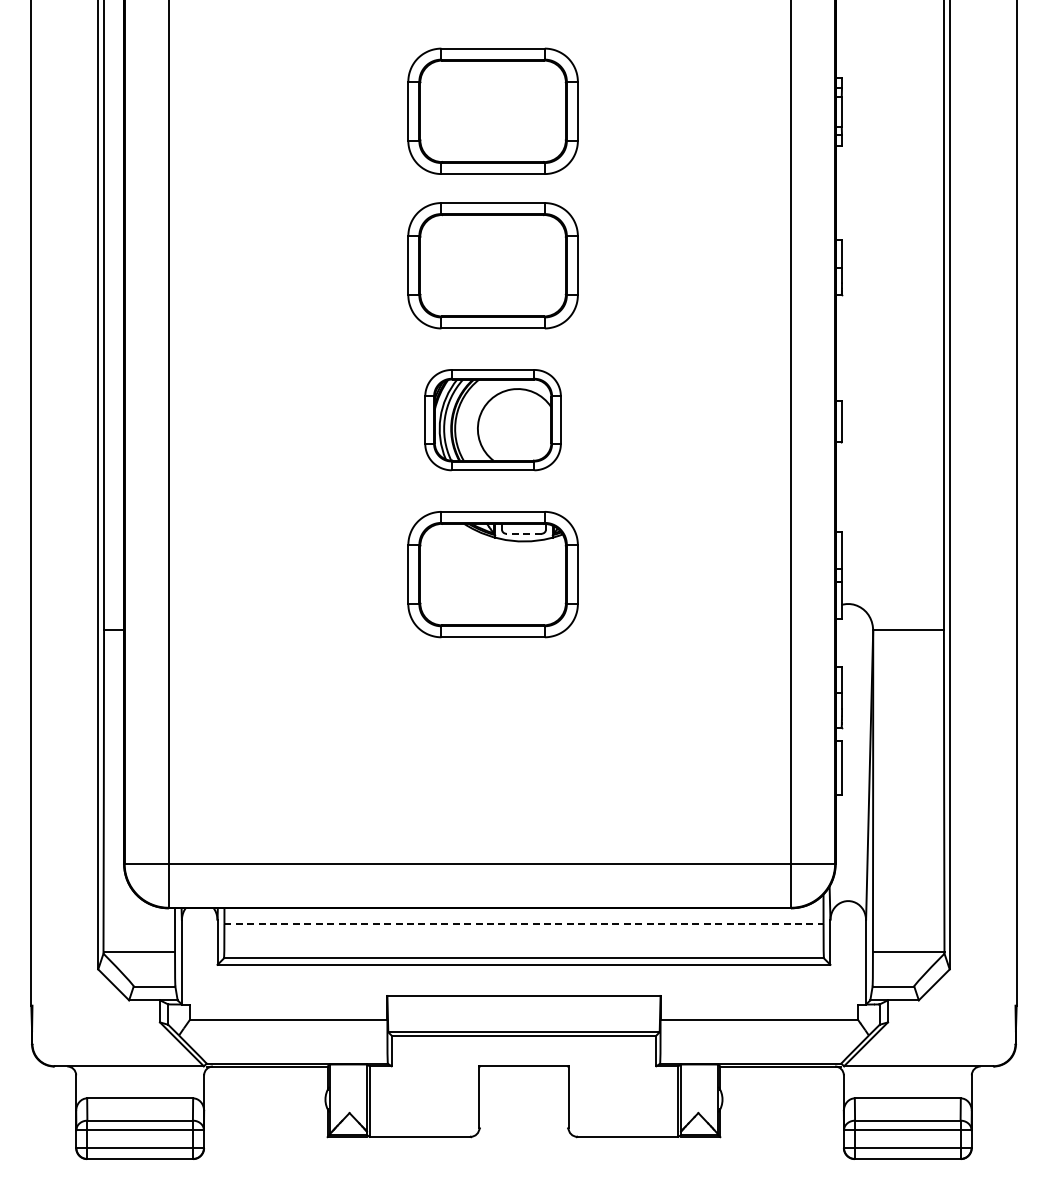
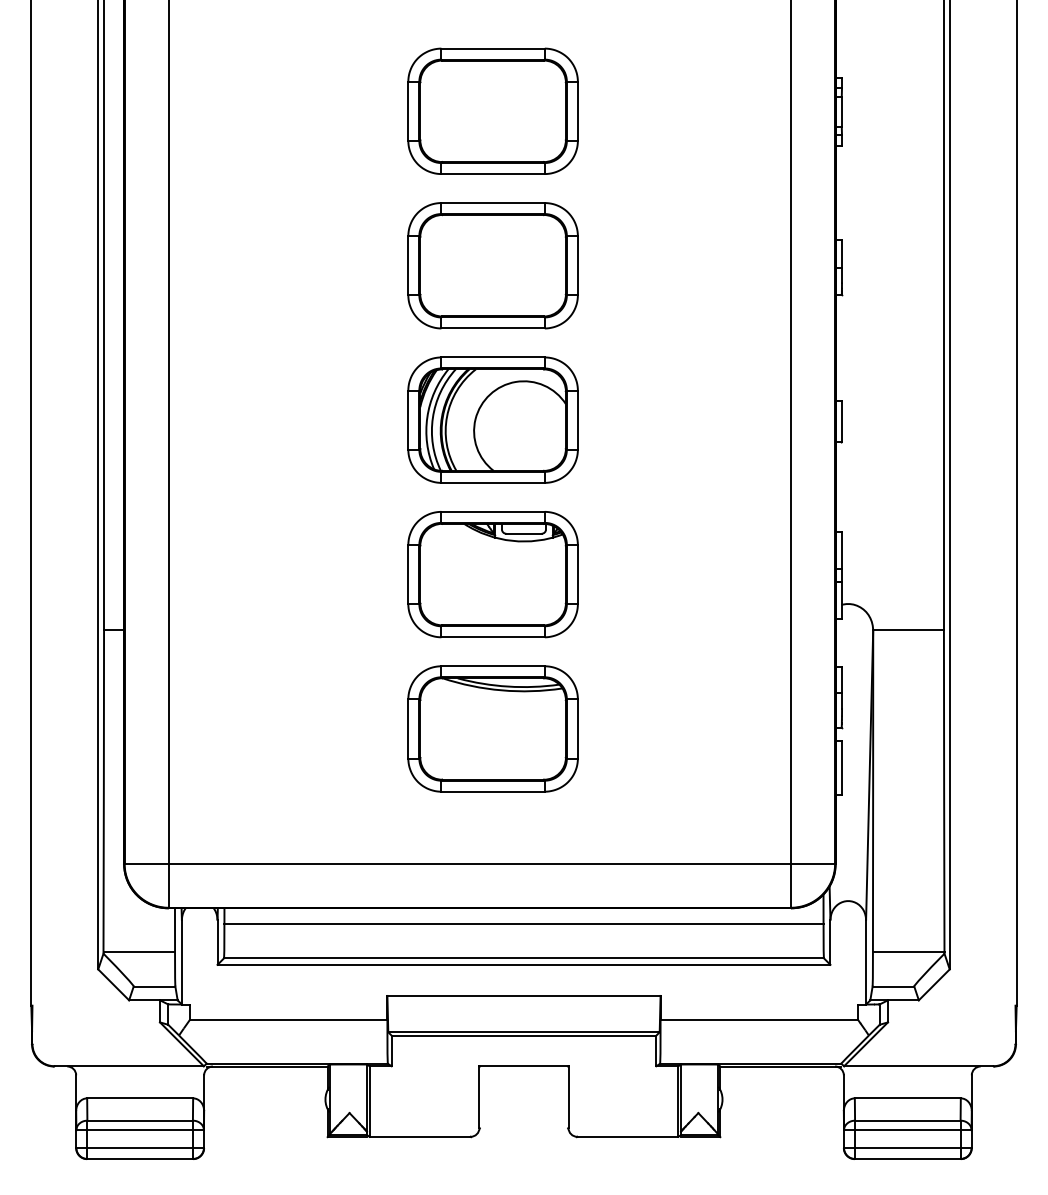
part at (492, 420) size: 138x103 px -> 172x128 px
line at (524, 533): dashed -> solid
part at (492, 728): none -> present
line at (524, 923): dashed -> solid
